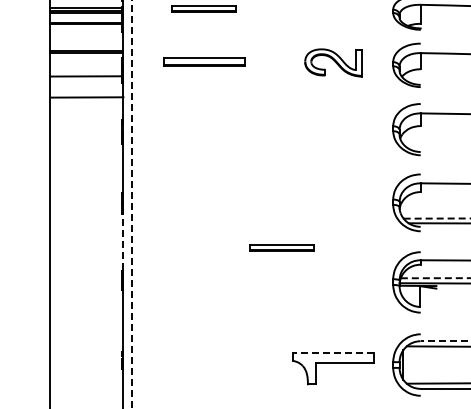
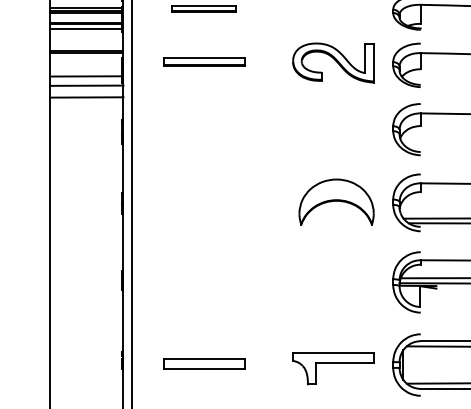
line at (85, 28): none -> present
part at (333, 62) size: 59x30 px -> 83x42 px
line at (86, 85): none -> present
part at (336, 201): none -> present
line at (131, 204): dashed -> solid
line at (437, 218): dashed -> solid
line at (123, 239): dashed -> solid
part at (281, 247): present -> none
line at (435, 278): dashed -> solid
line at (445, 341): dashed -> solid
line at (332, 353): dashed -> solid
part at (204, 363): none -> present
